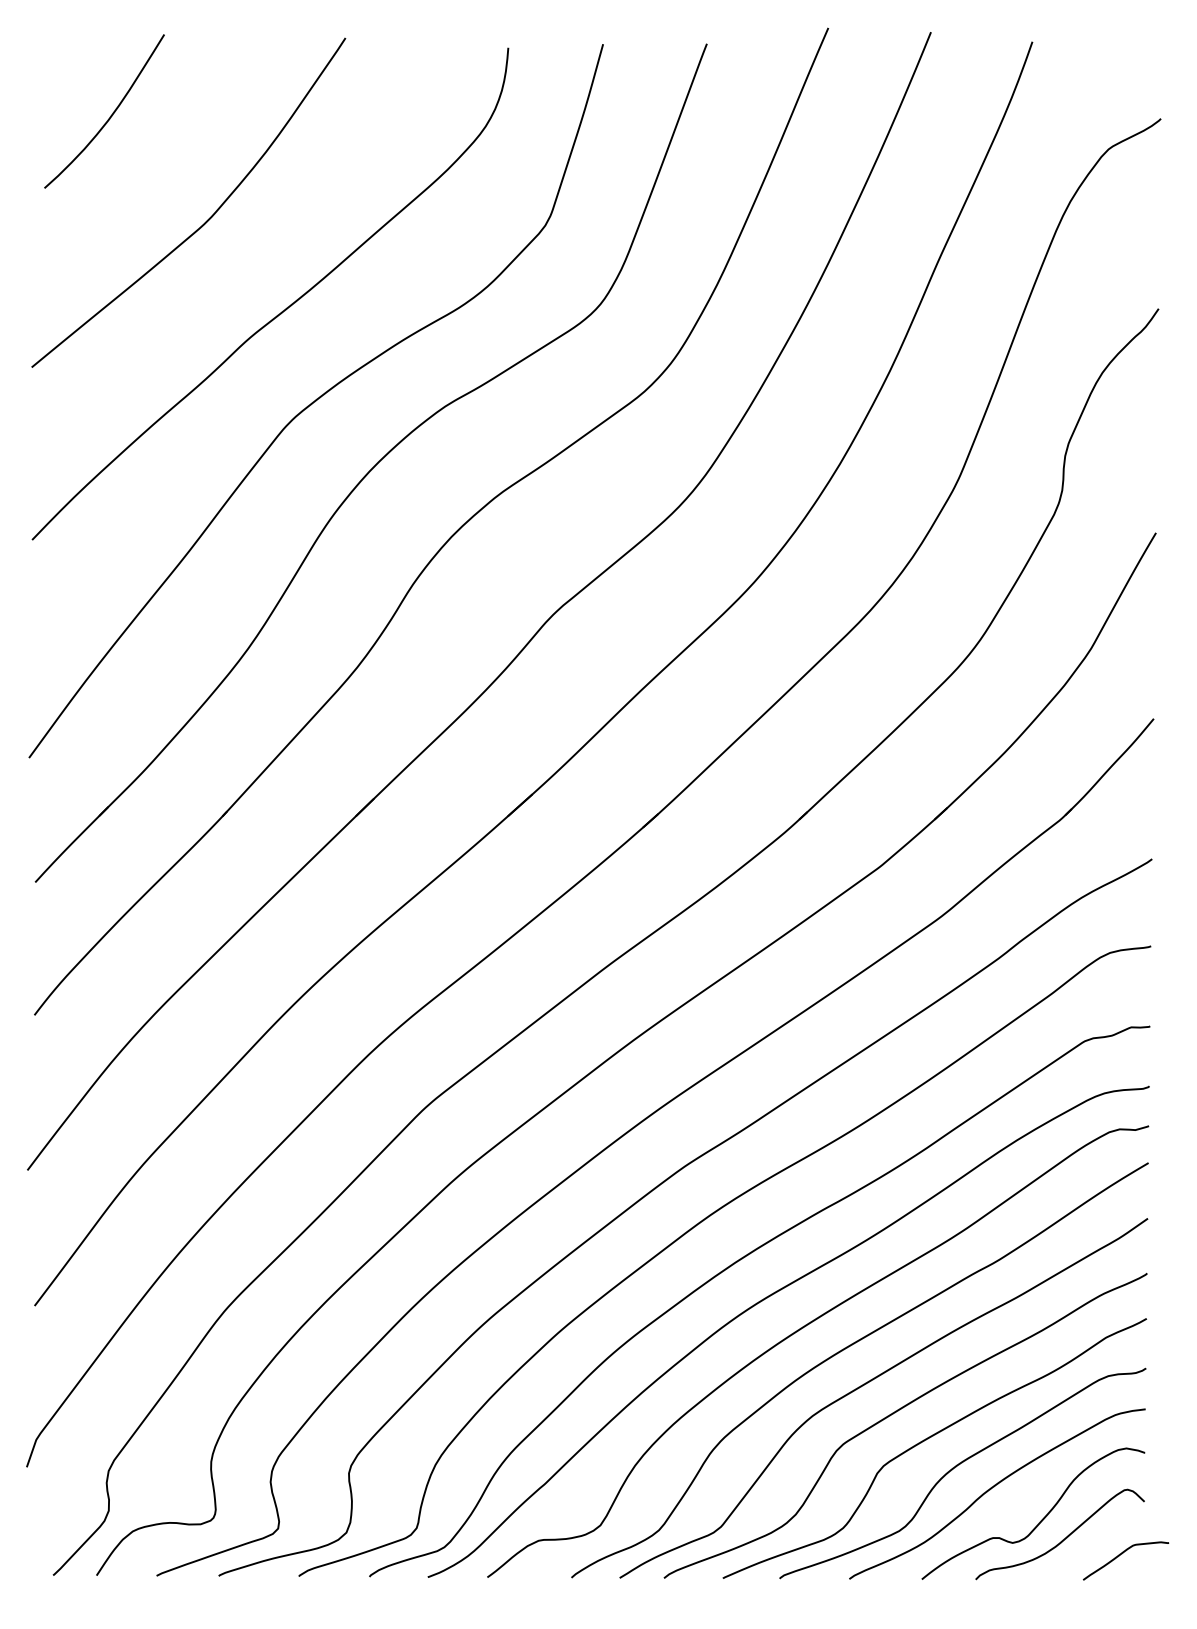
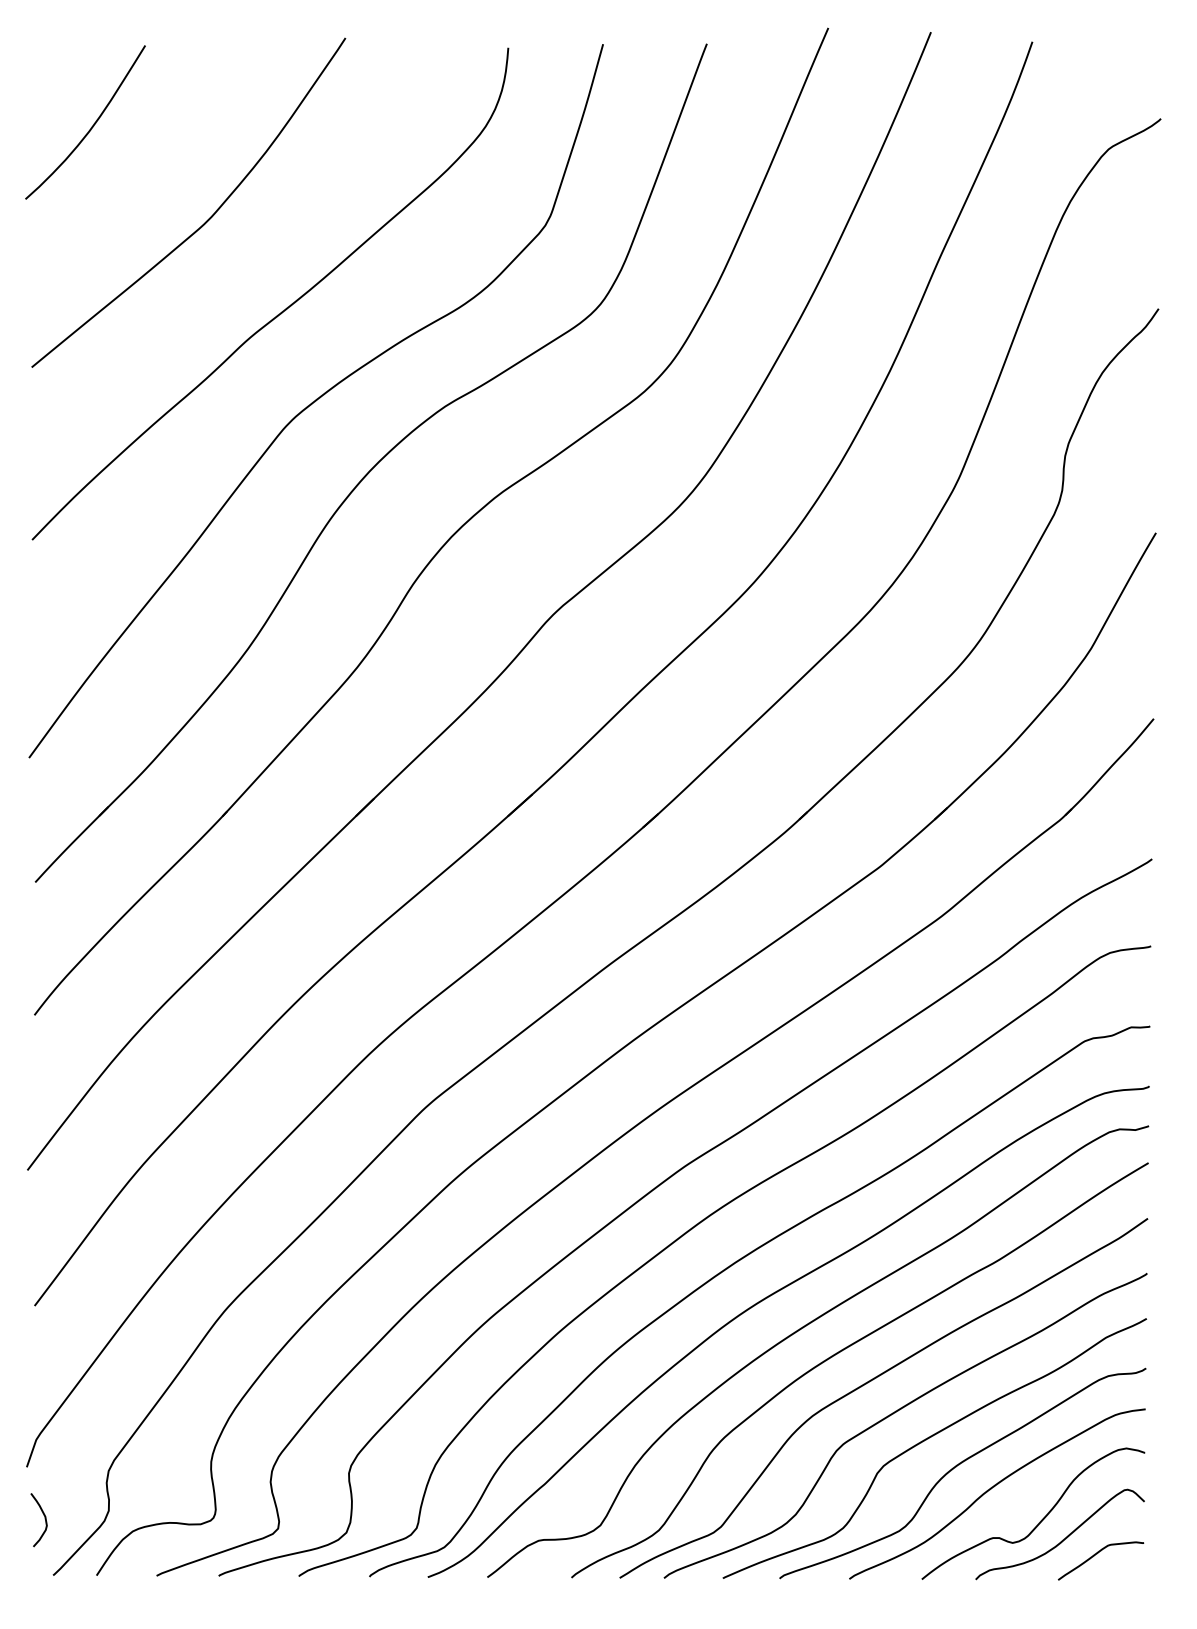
curve at (110, 115) position: (110, 115) -> (91, 126)
curve at (44, 1519): none -> present
curve at (1122, 1554) position: (1122, 1554) -> (1097, 1554)
